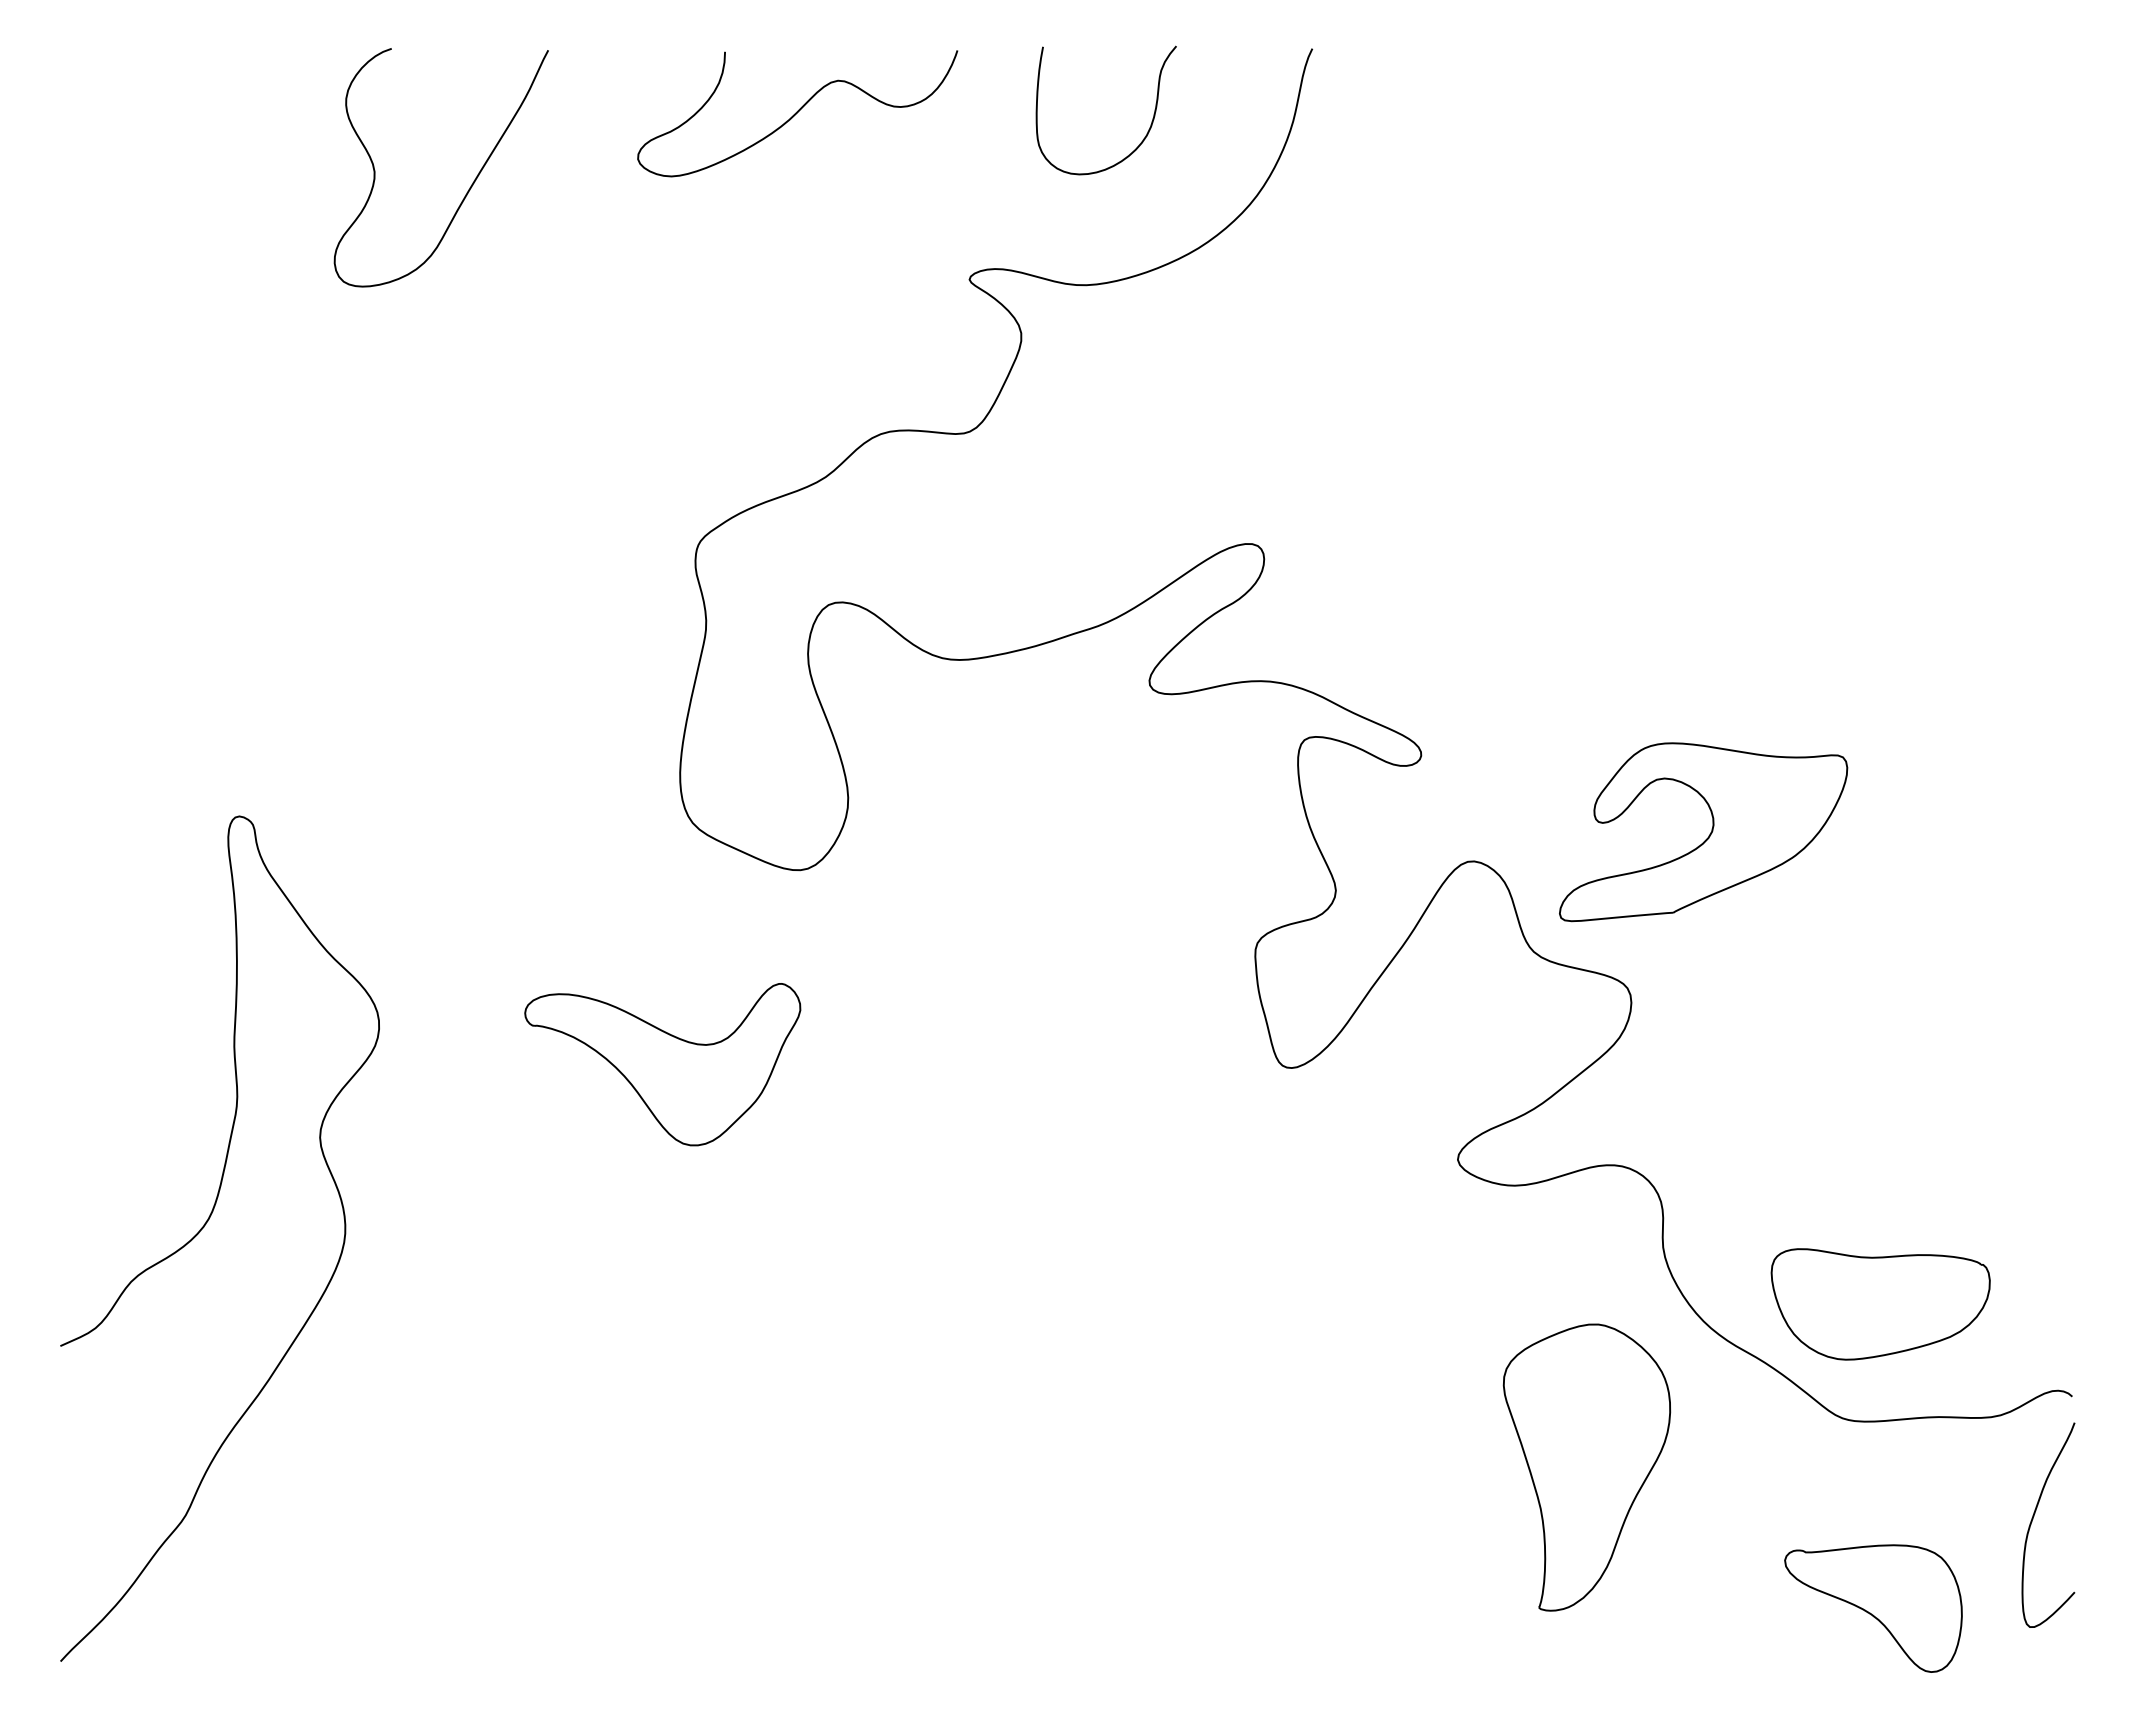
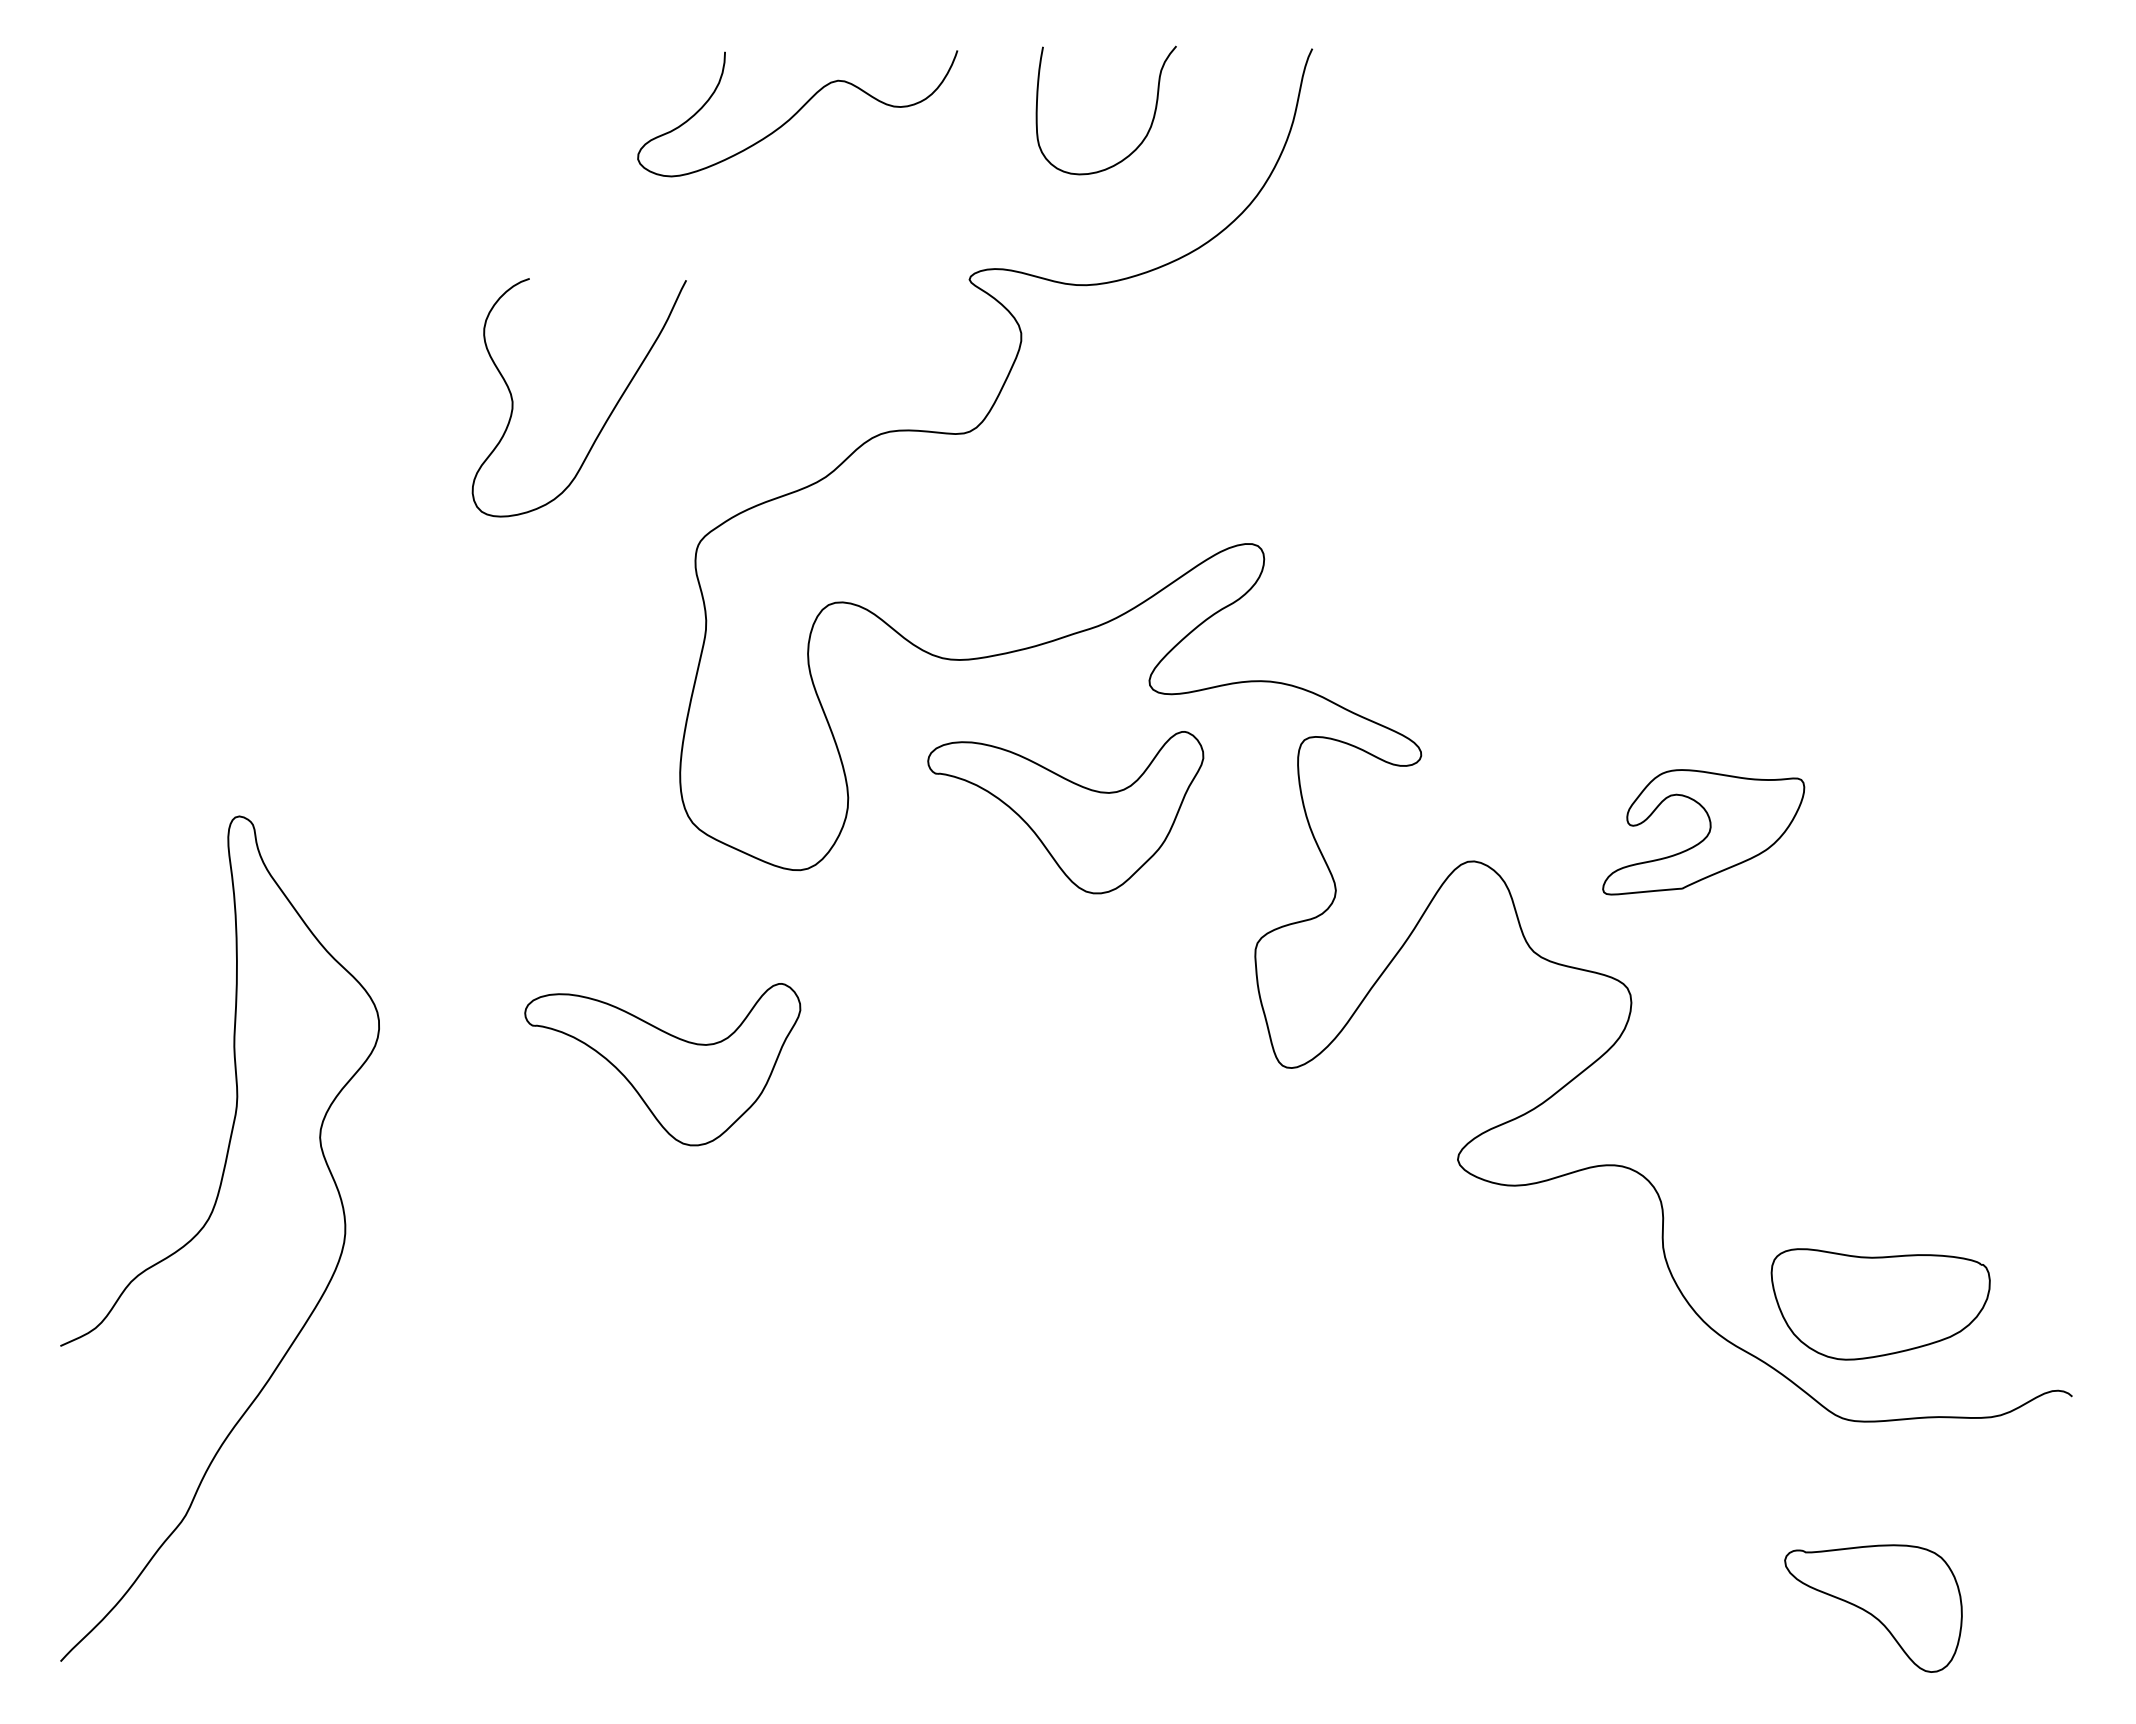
curve at (469, 187) position: (469, 187) -> (607, 417)
part at (1065, 812): none -> present
part at (1703, 832) size: 290x181 px -> 204x127 px
part at (1586, 1467): present -> none
curve at (2033, 1519): present -> none
